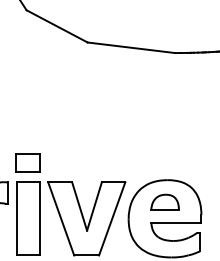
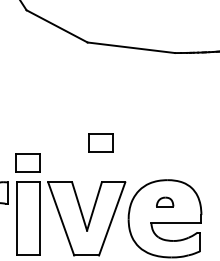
part at (100, 142): none -> present
part at (164, 201) size: 30x18 px -> 19x12 px
